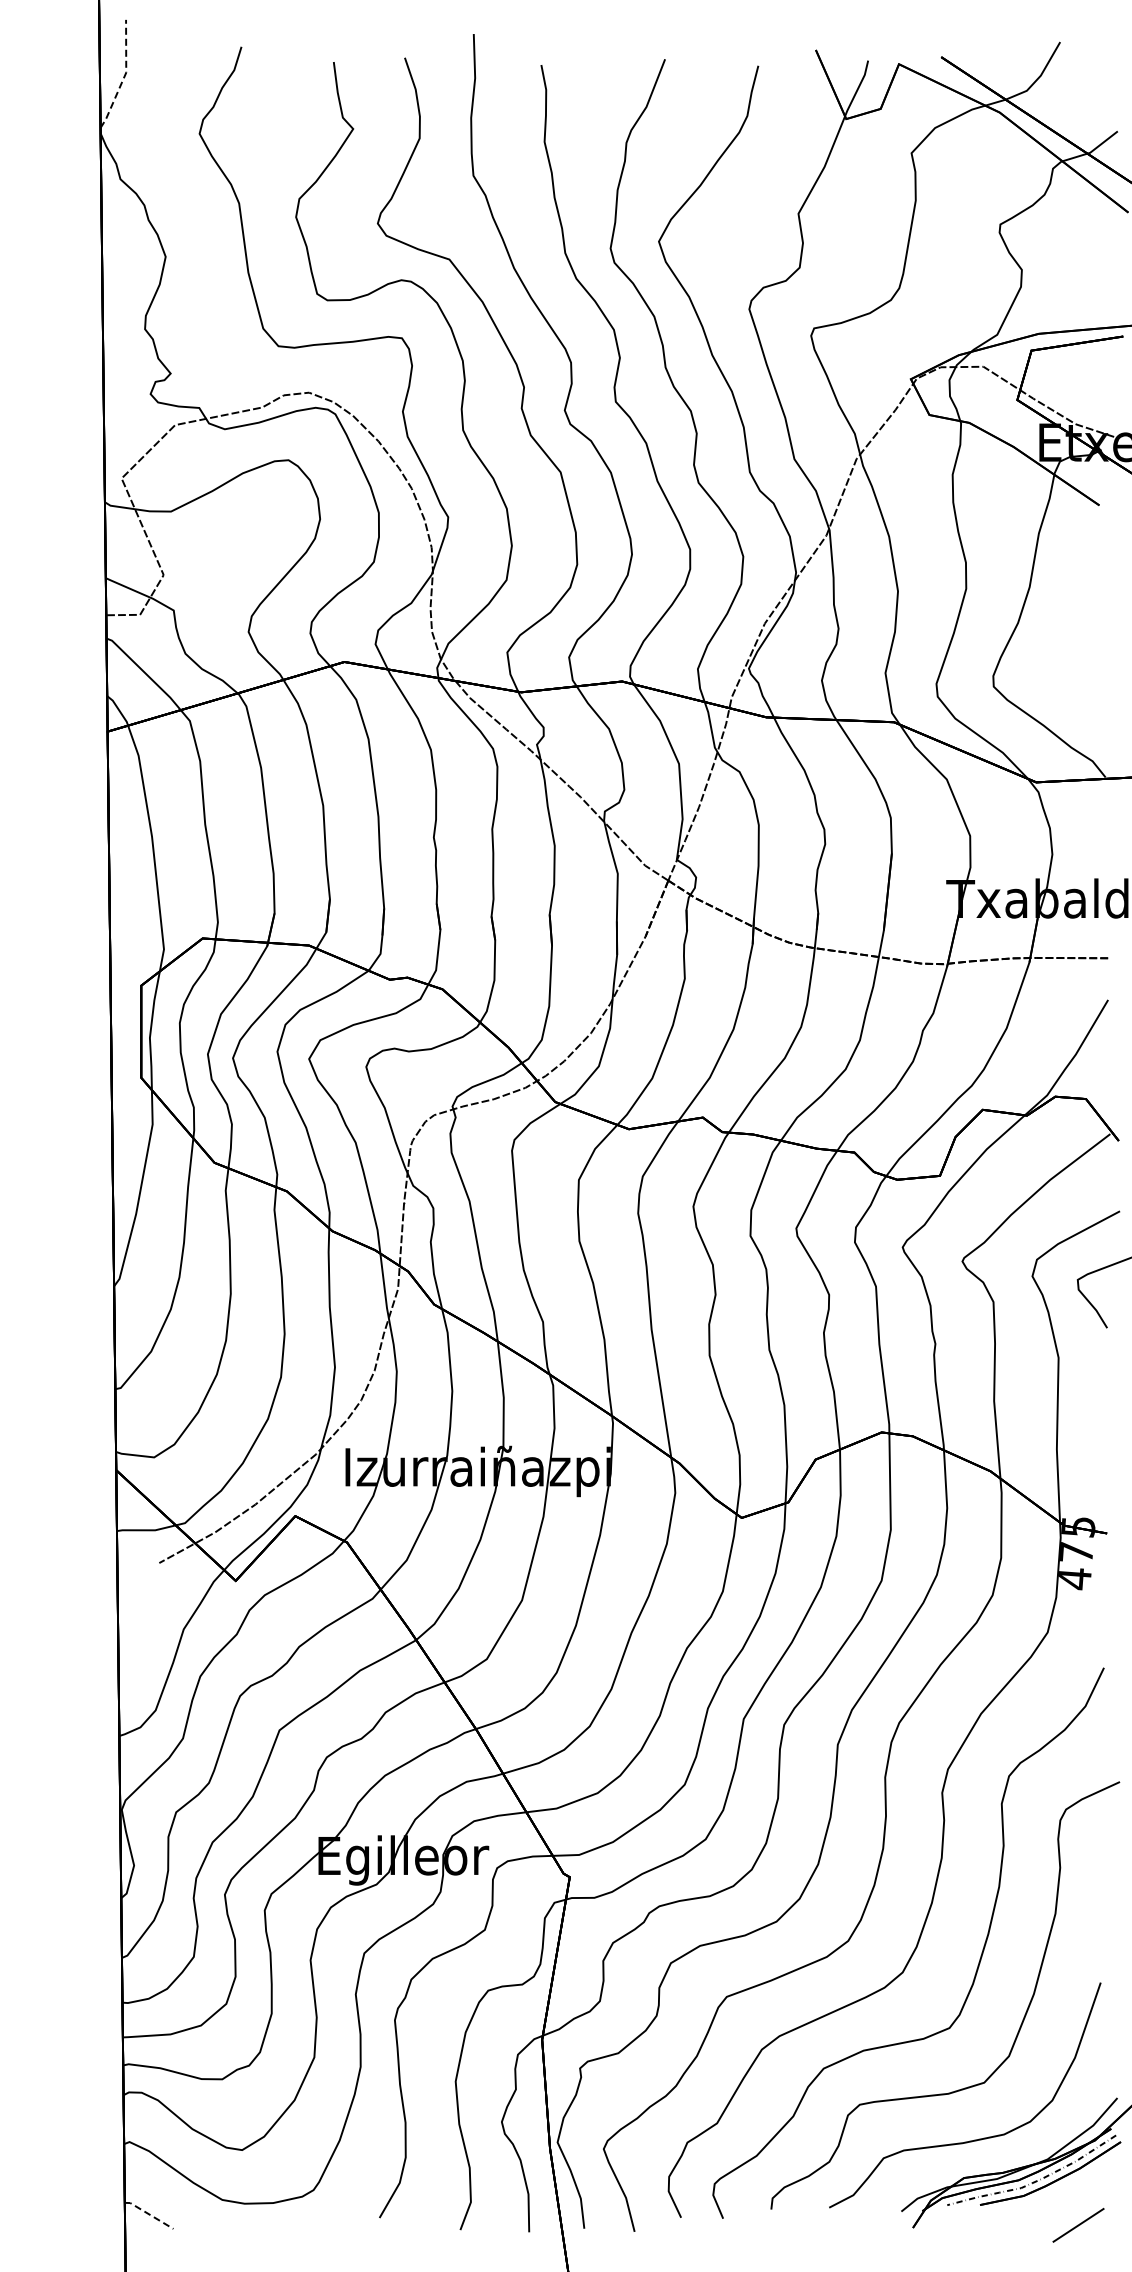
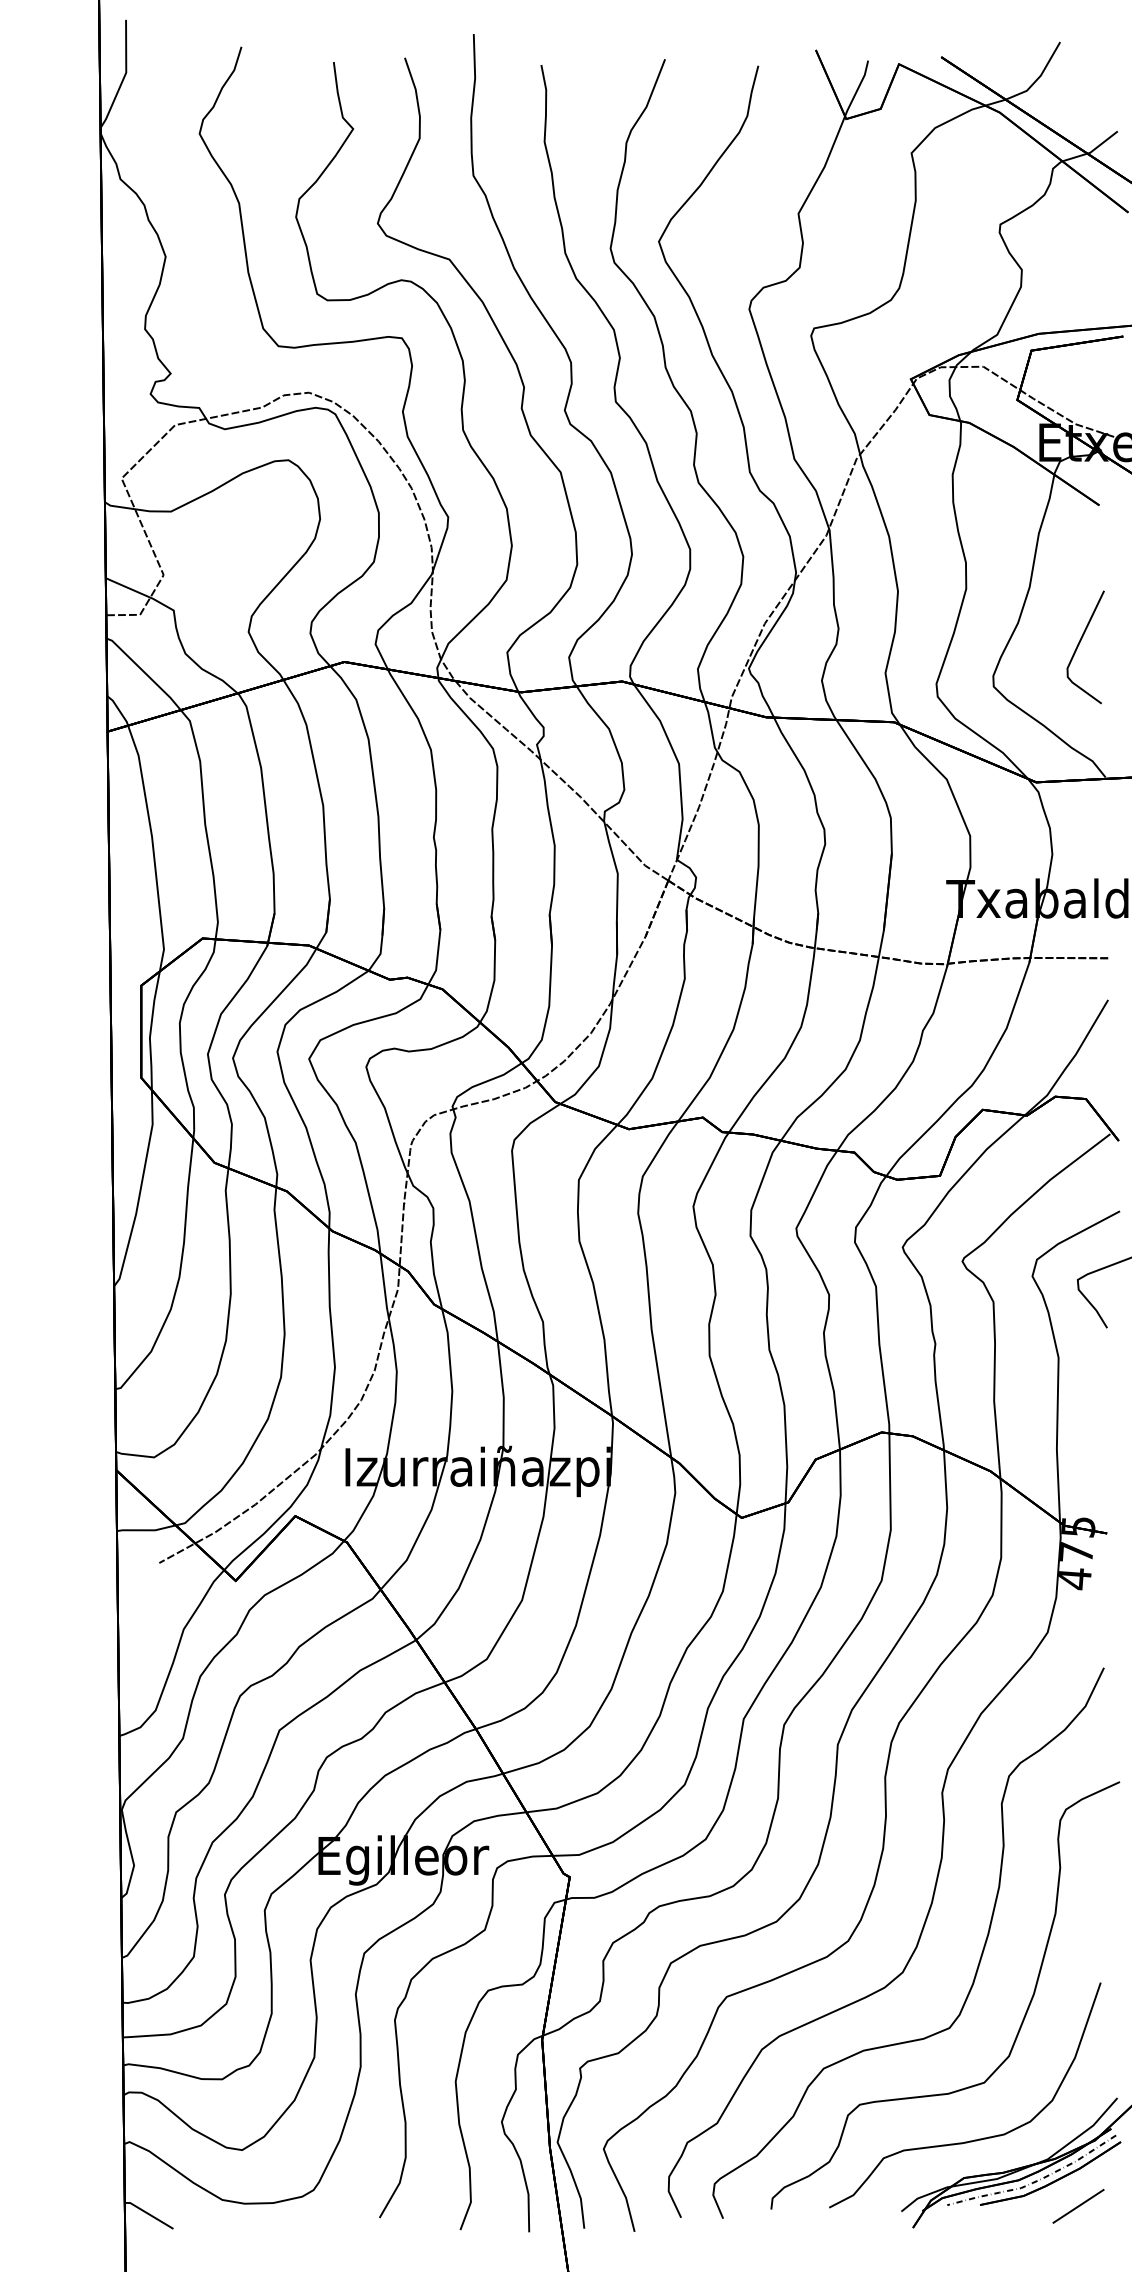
line at (124, 76): dashed -> solid
curve at (1079, 645): none -> present
line at (148, 2214): dashed -> solid
line at (1078, 2224) position: (1078, 2224) -> (1078, 2205)
